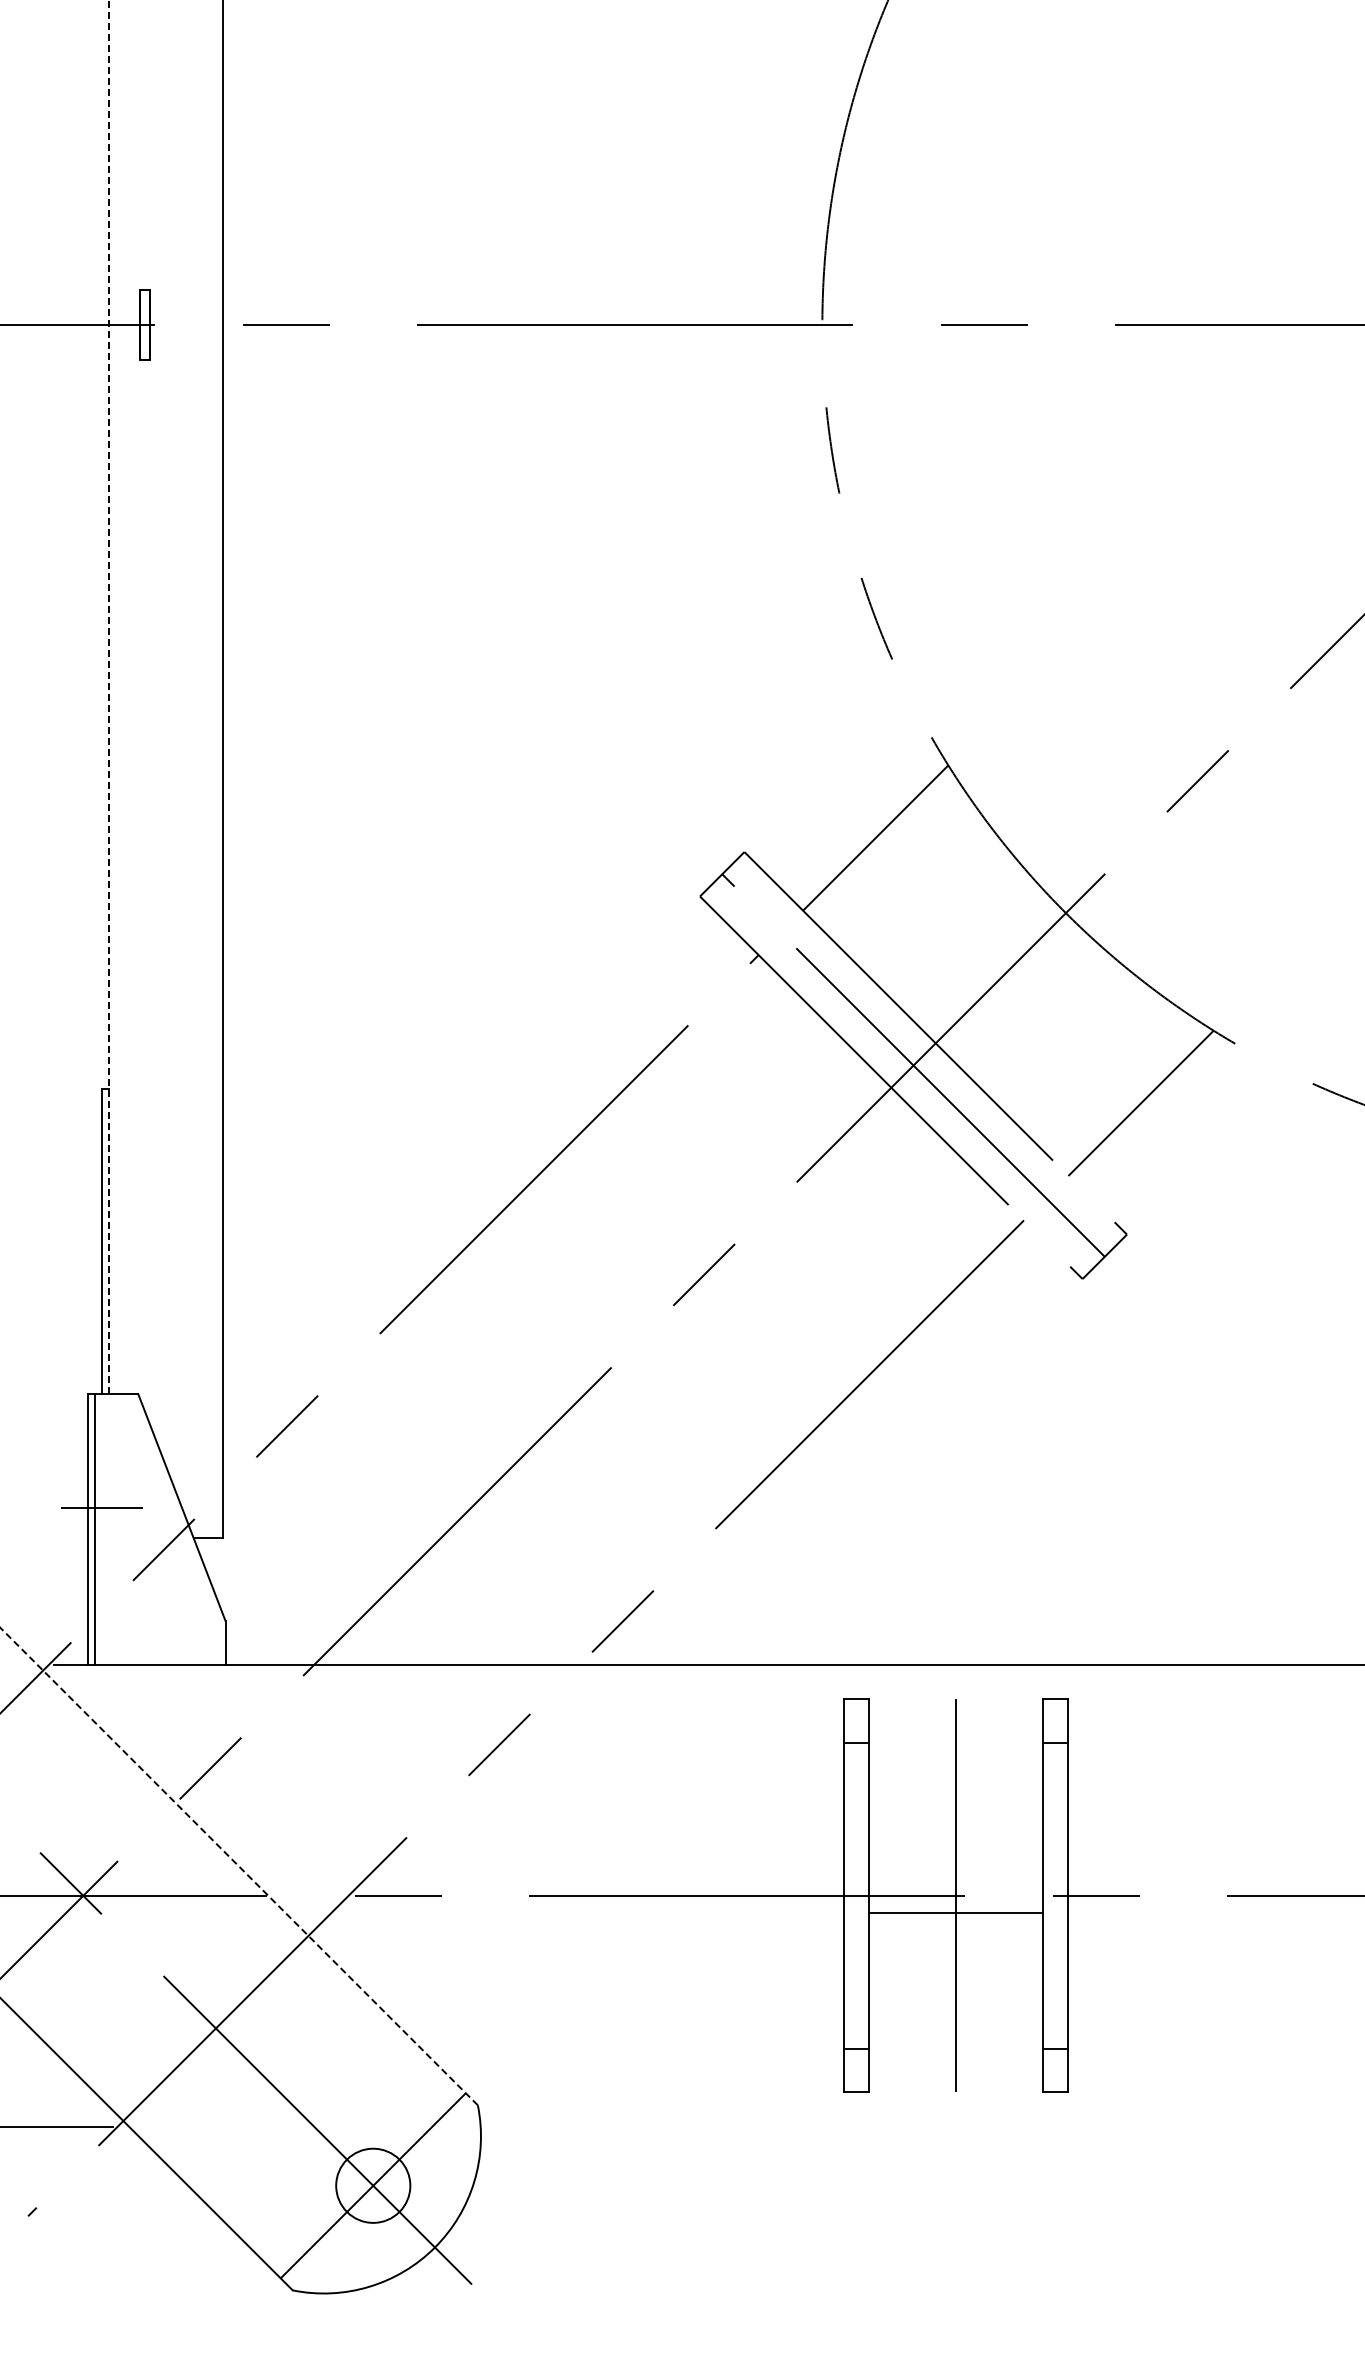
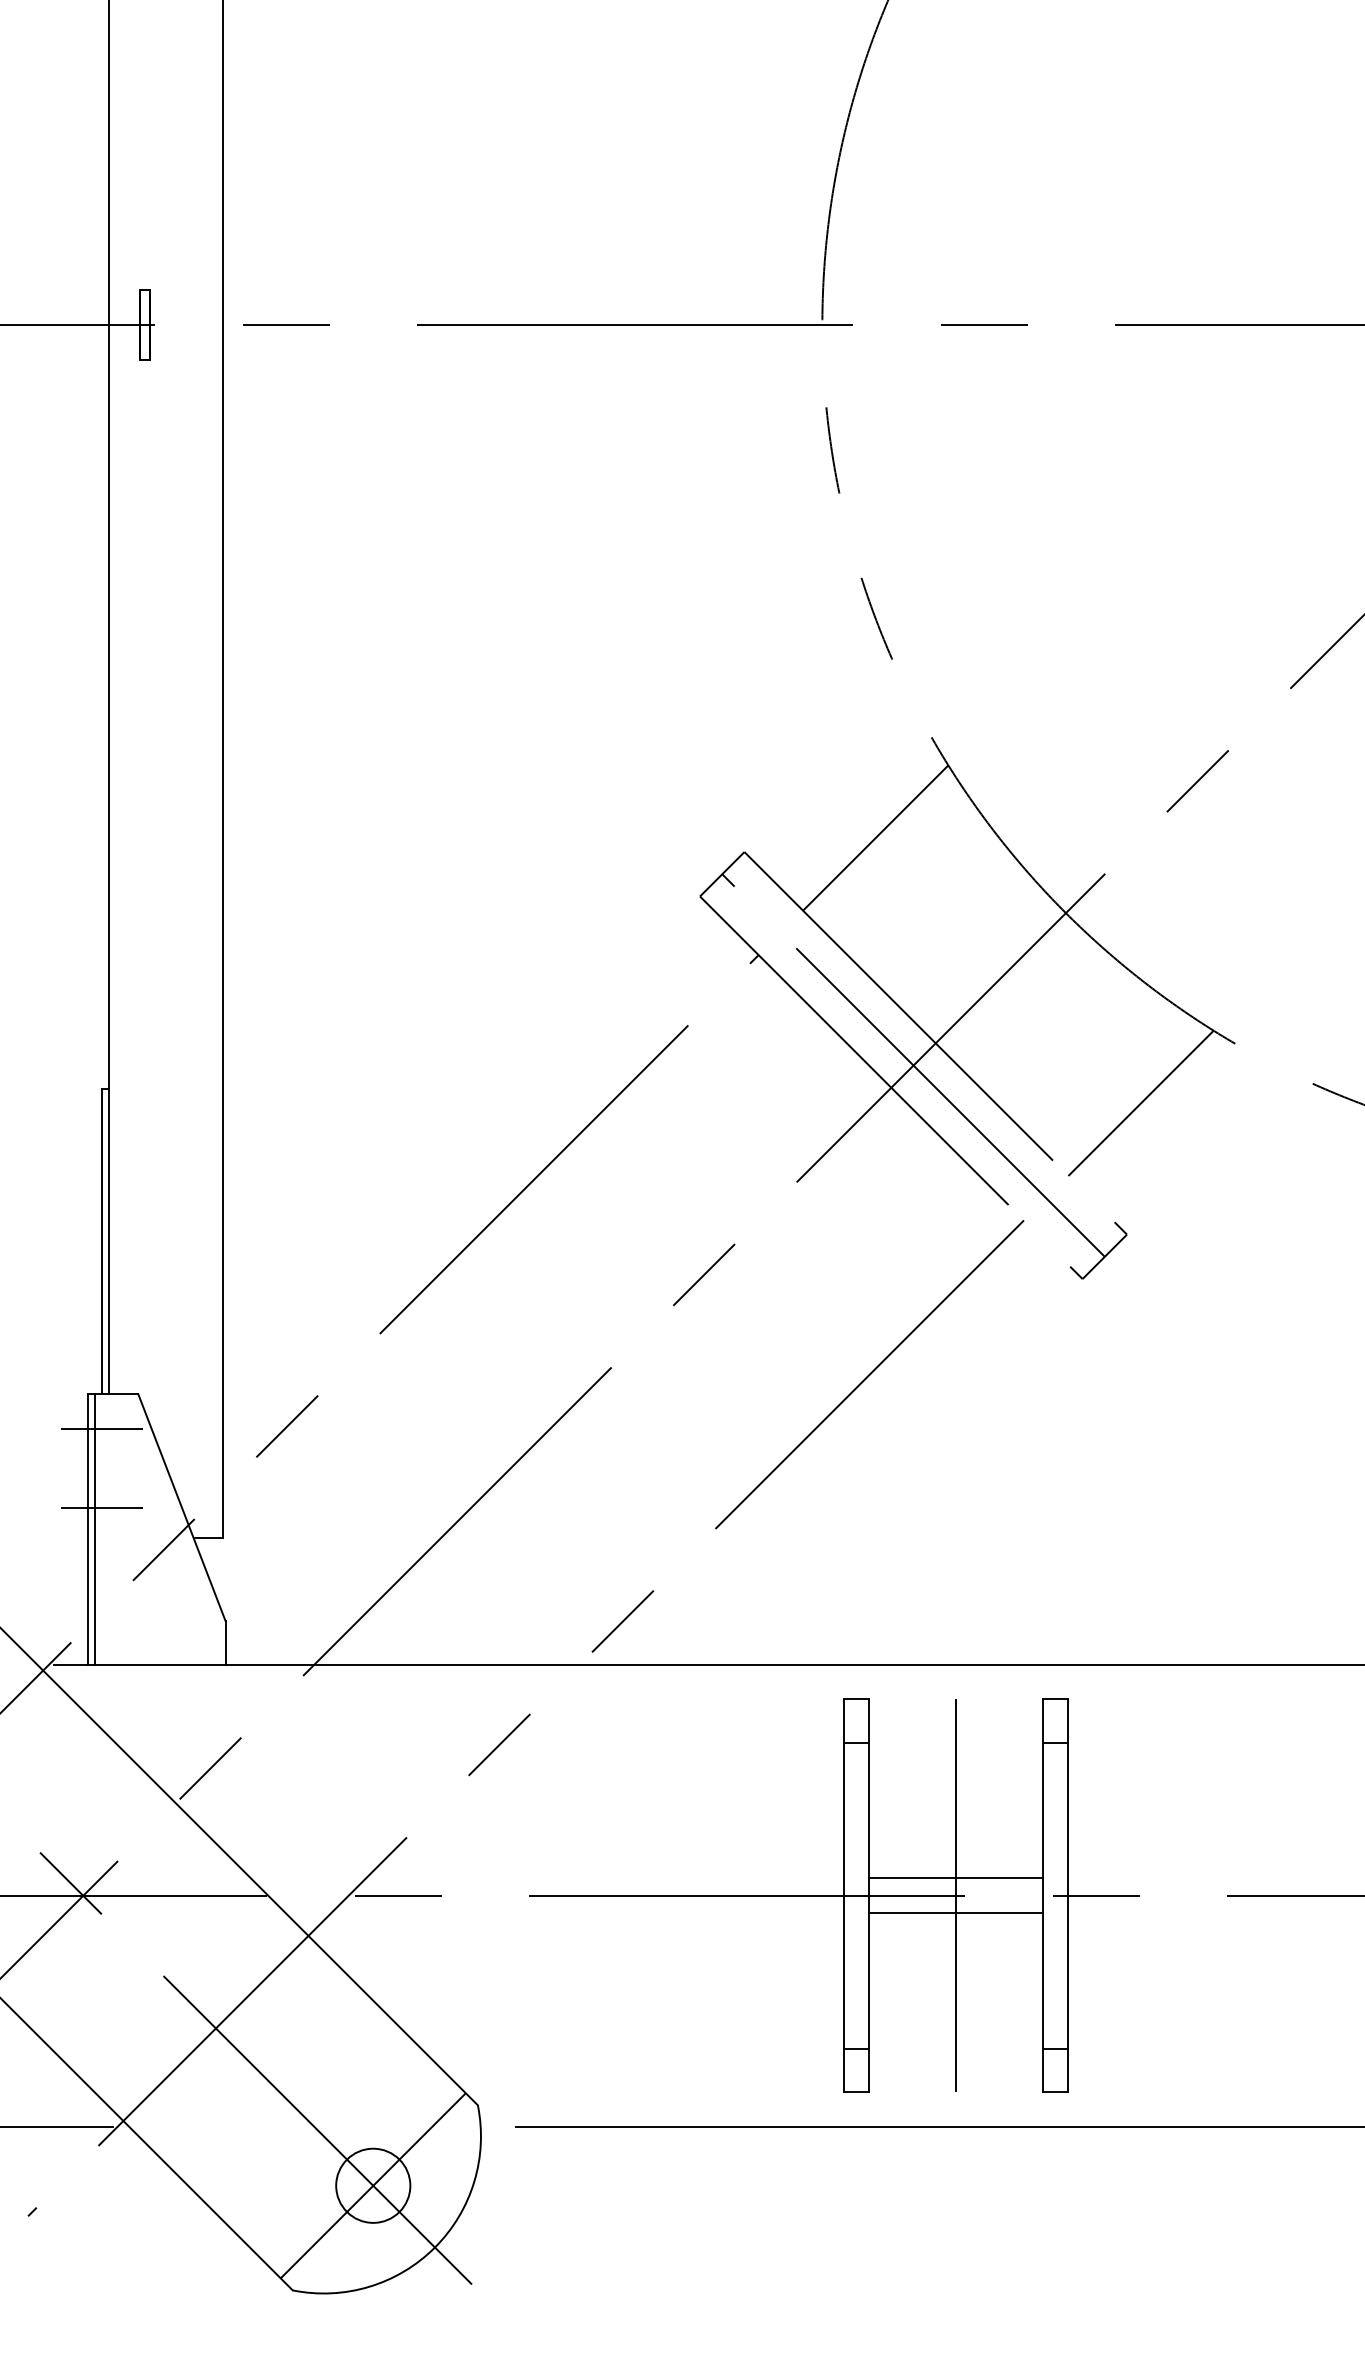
line at (109, 697): dashed -> solid
line at (102, 1428): none -> present
line at (239, 1866): dashed -> solid
line at (955, 1878): none -> present
line at (938, 2127): none -> present
